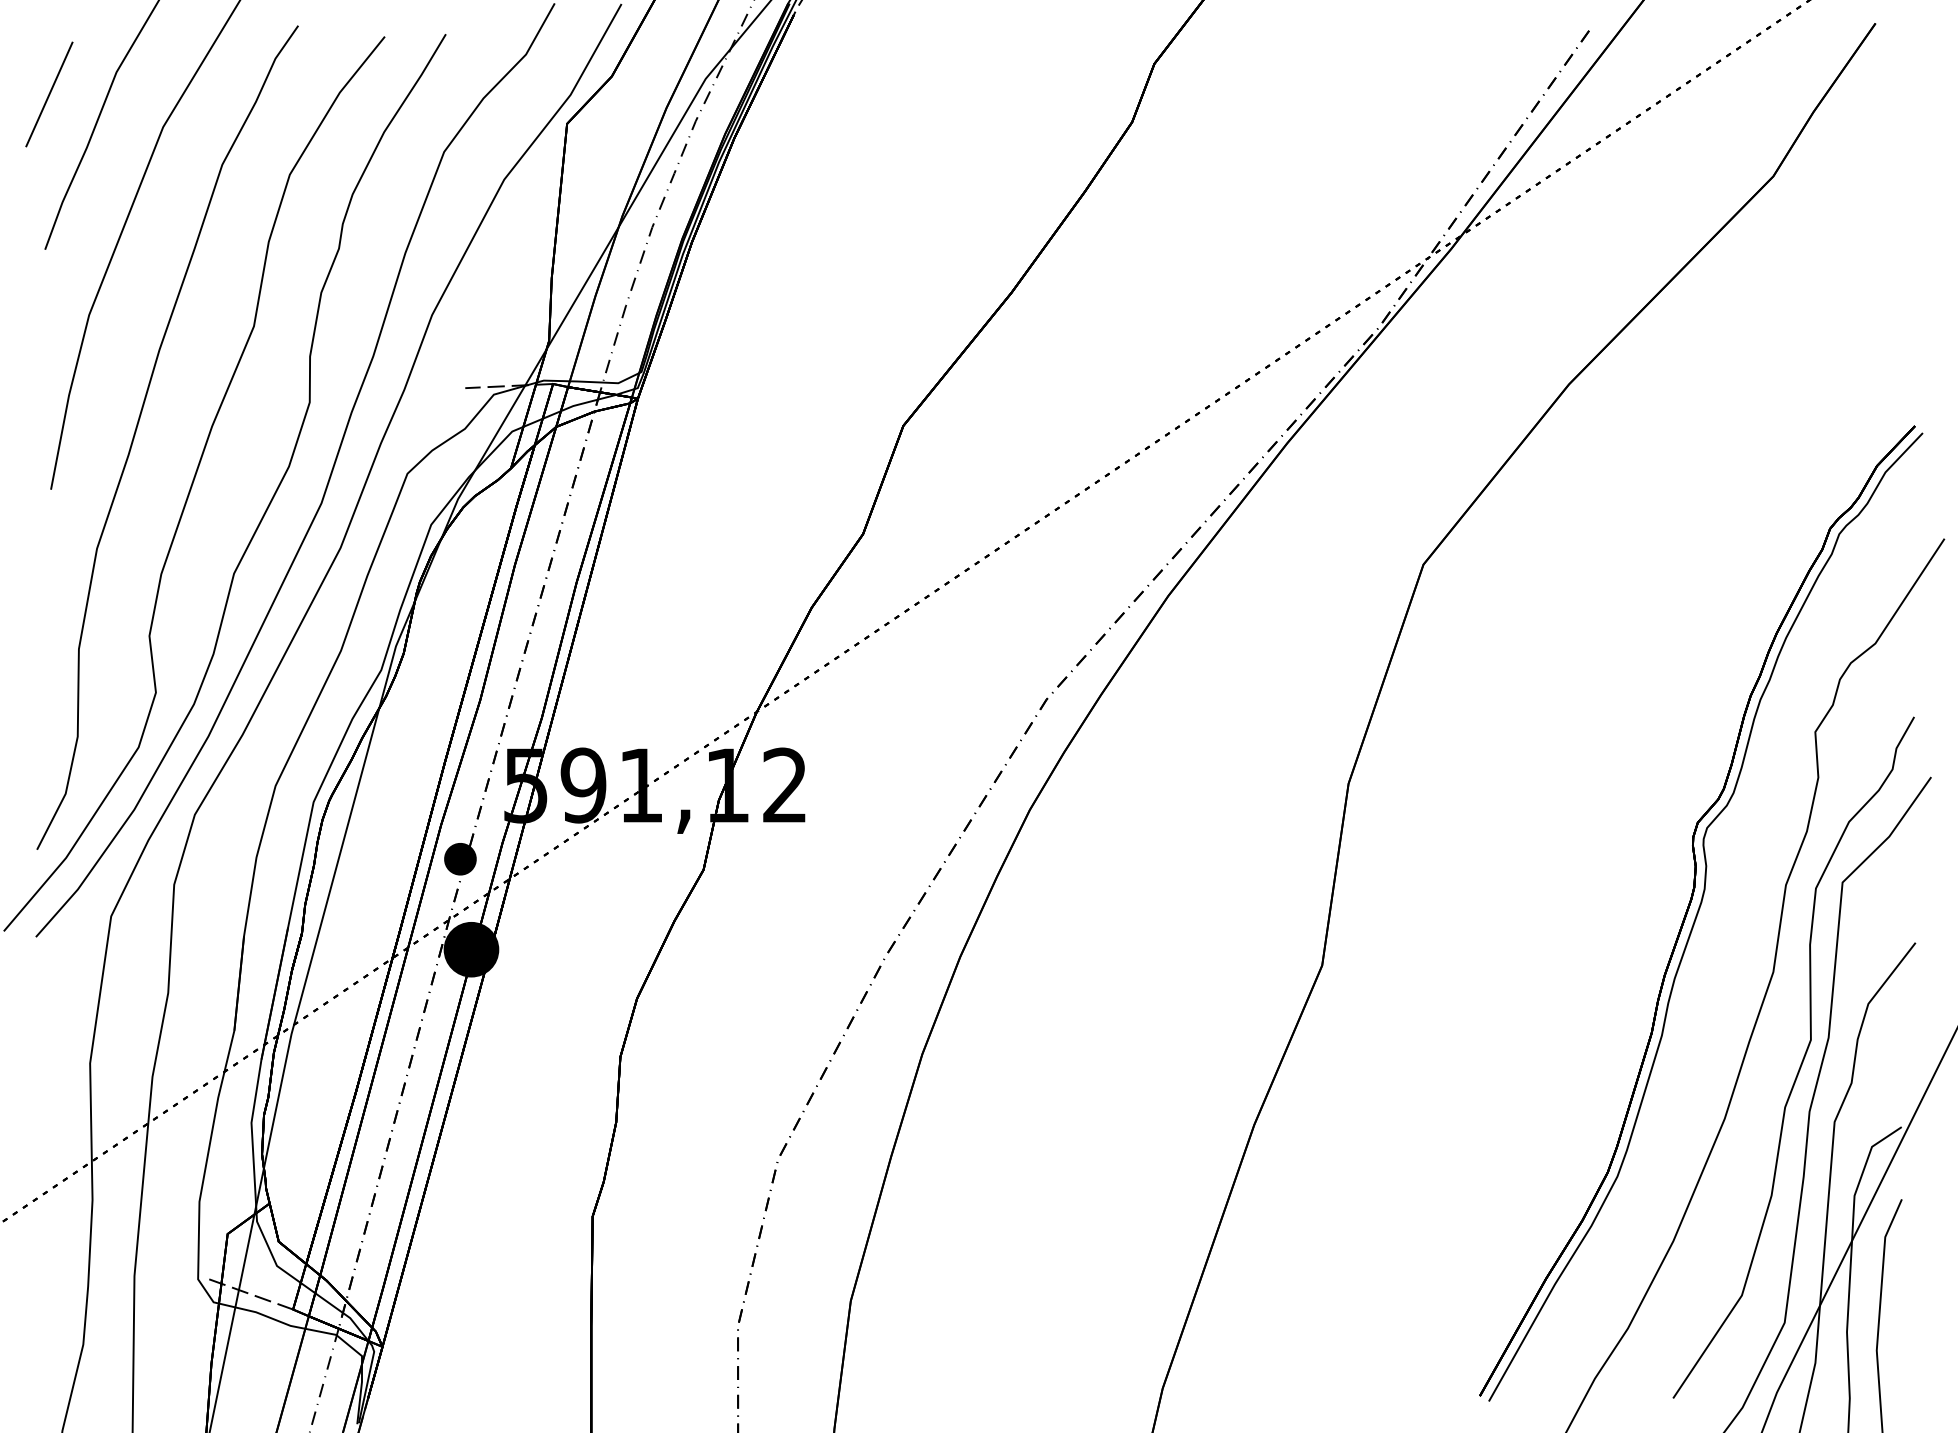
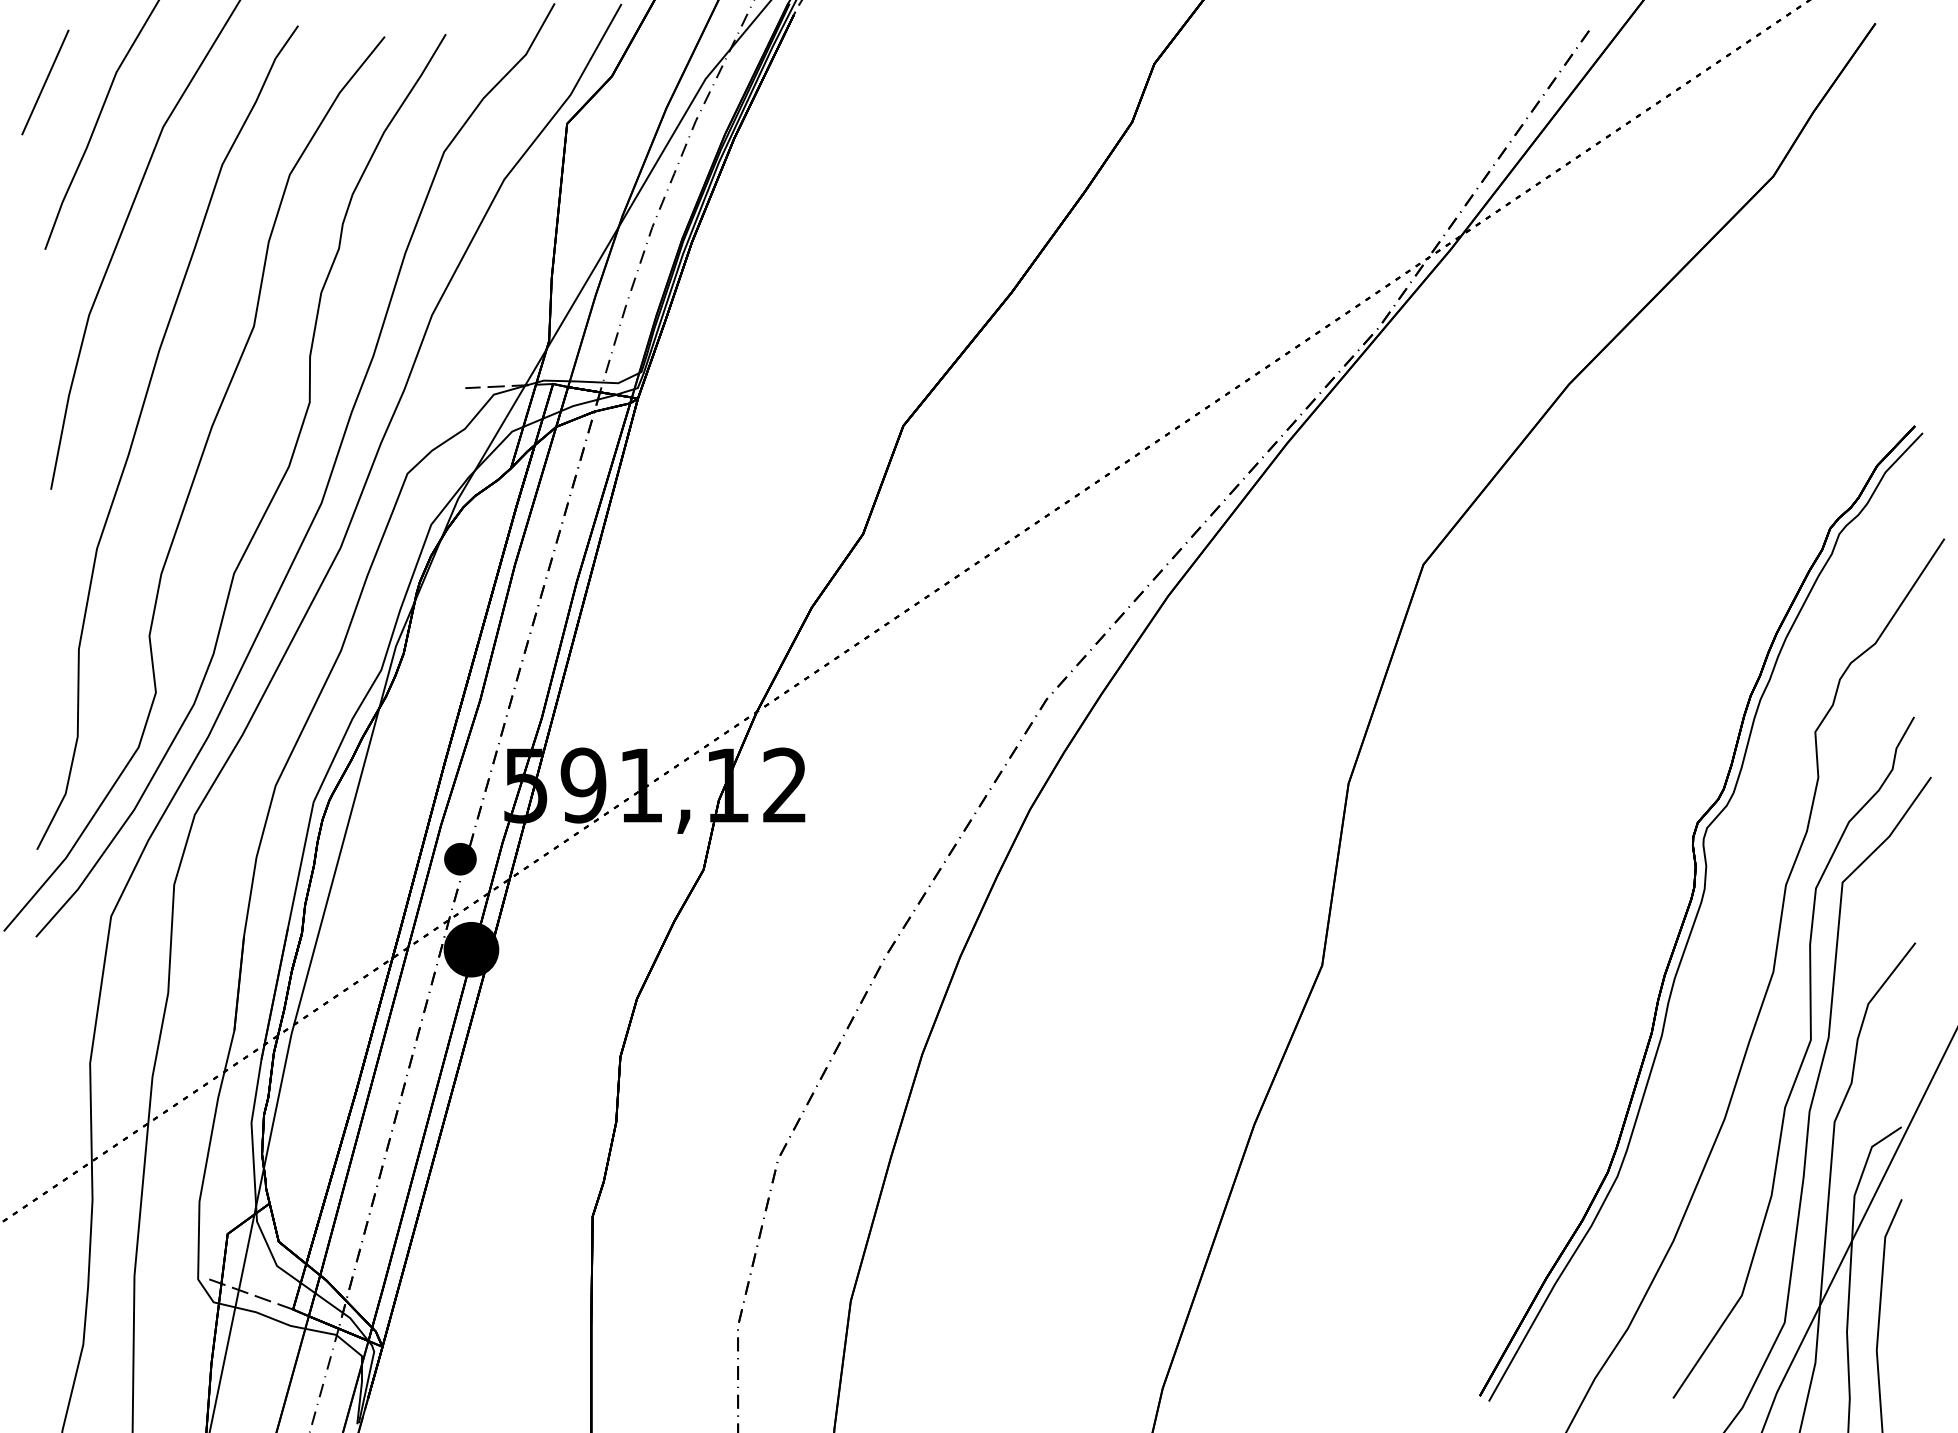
line at (49, 94) position: (49, 94) -> (45, 82)
